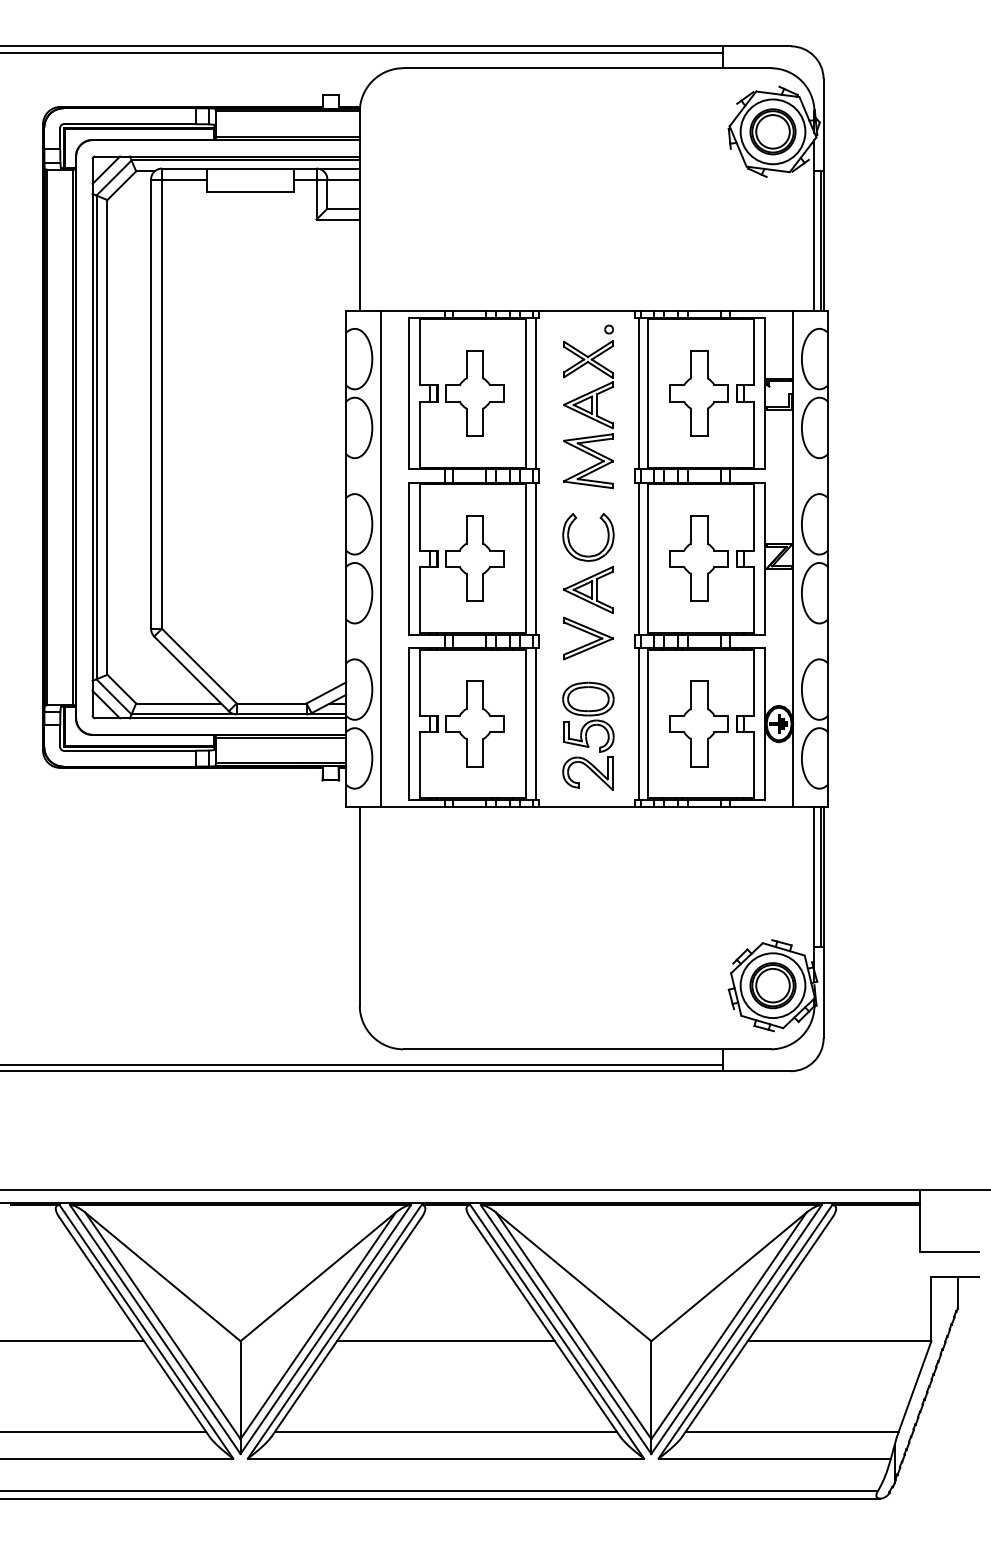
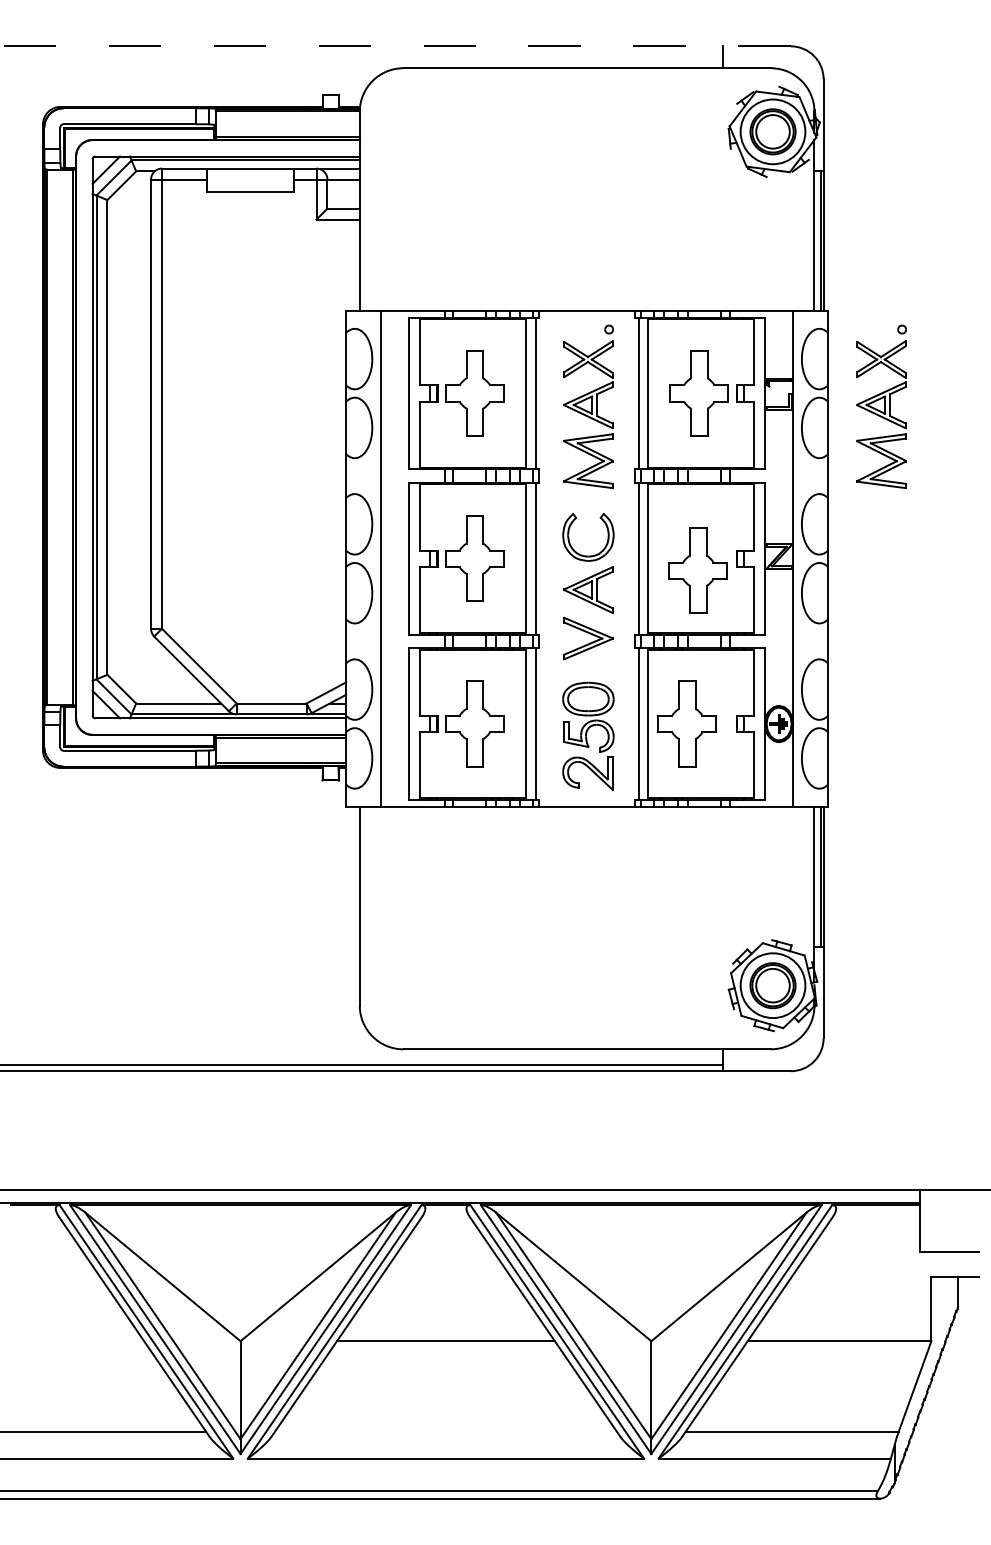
line at (394, 46): solid -> dashed
line at (362, 52): present -> none
part at (881, 406): none -> present
part at (698, 558) position: (698, 558) -> (697, 570)
part at (698, 723) position: (698, 723) -> (686, 723)
line at (73, 1341): present -> none
line at (445, 1432): present -> none
